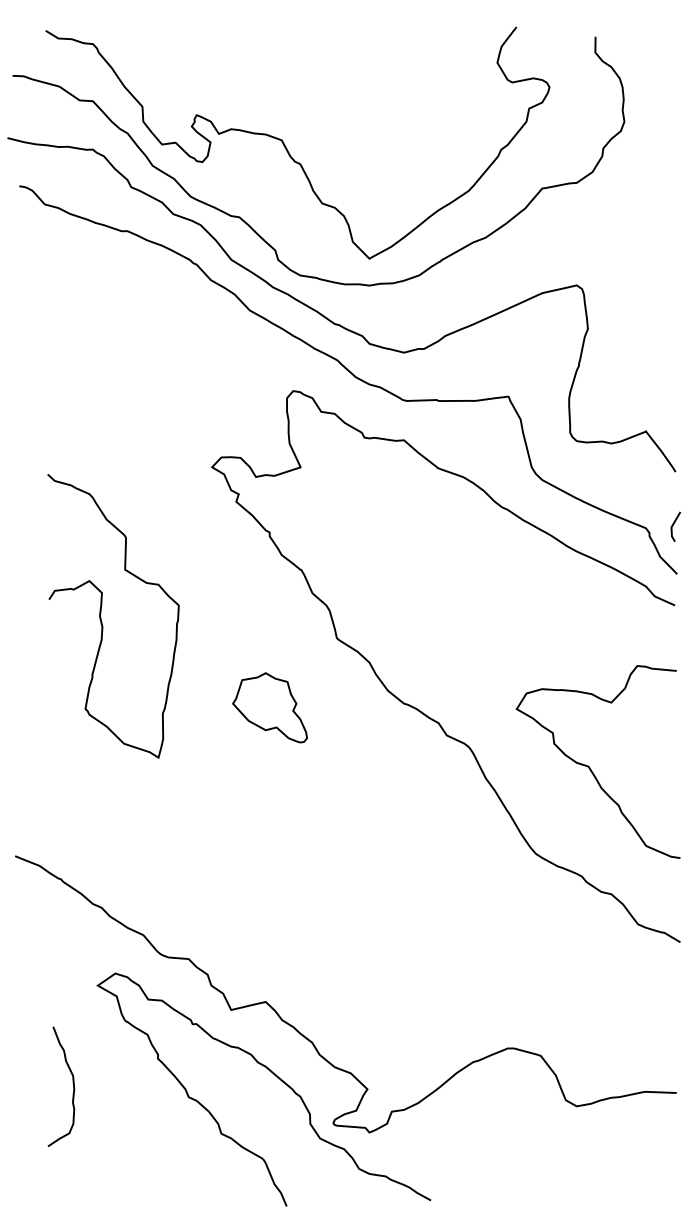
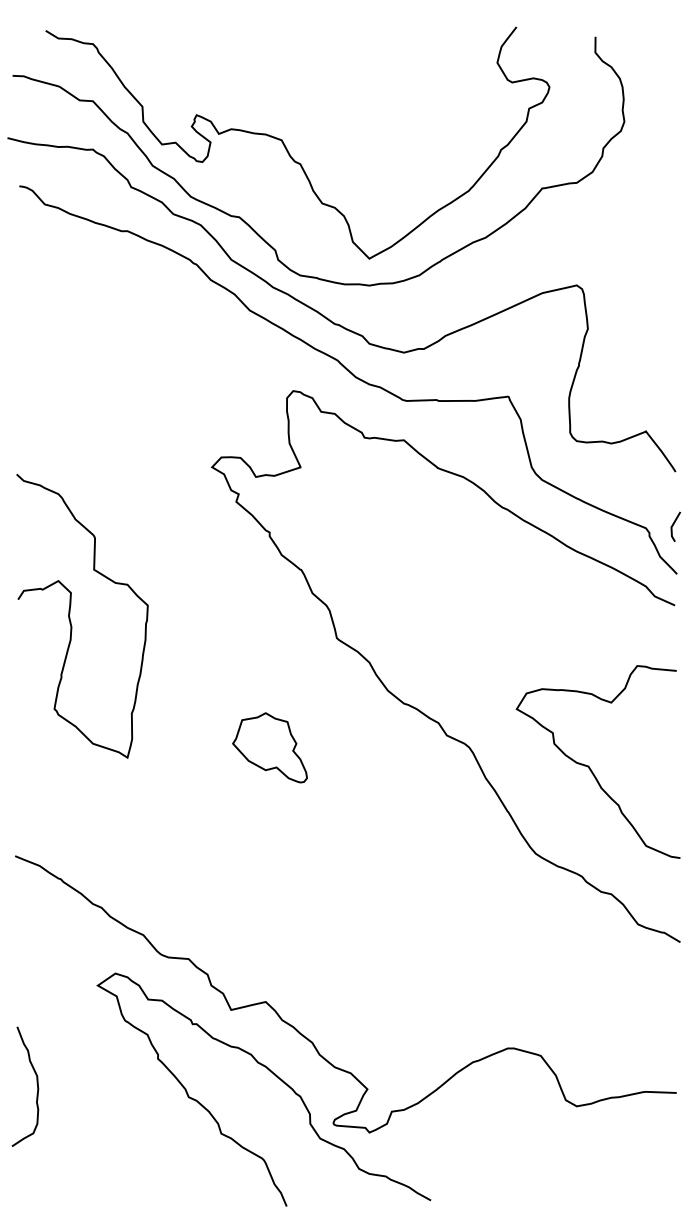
curve at (101, 617) position: (101, 617) -> (70, 617)
part at (269, 707) position: (269, 707) -> (269, 747)
curve at (72, 1083) position: (72, 1083) -> (36, 1083)
